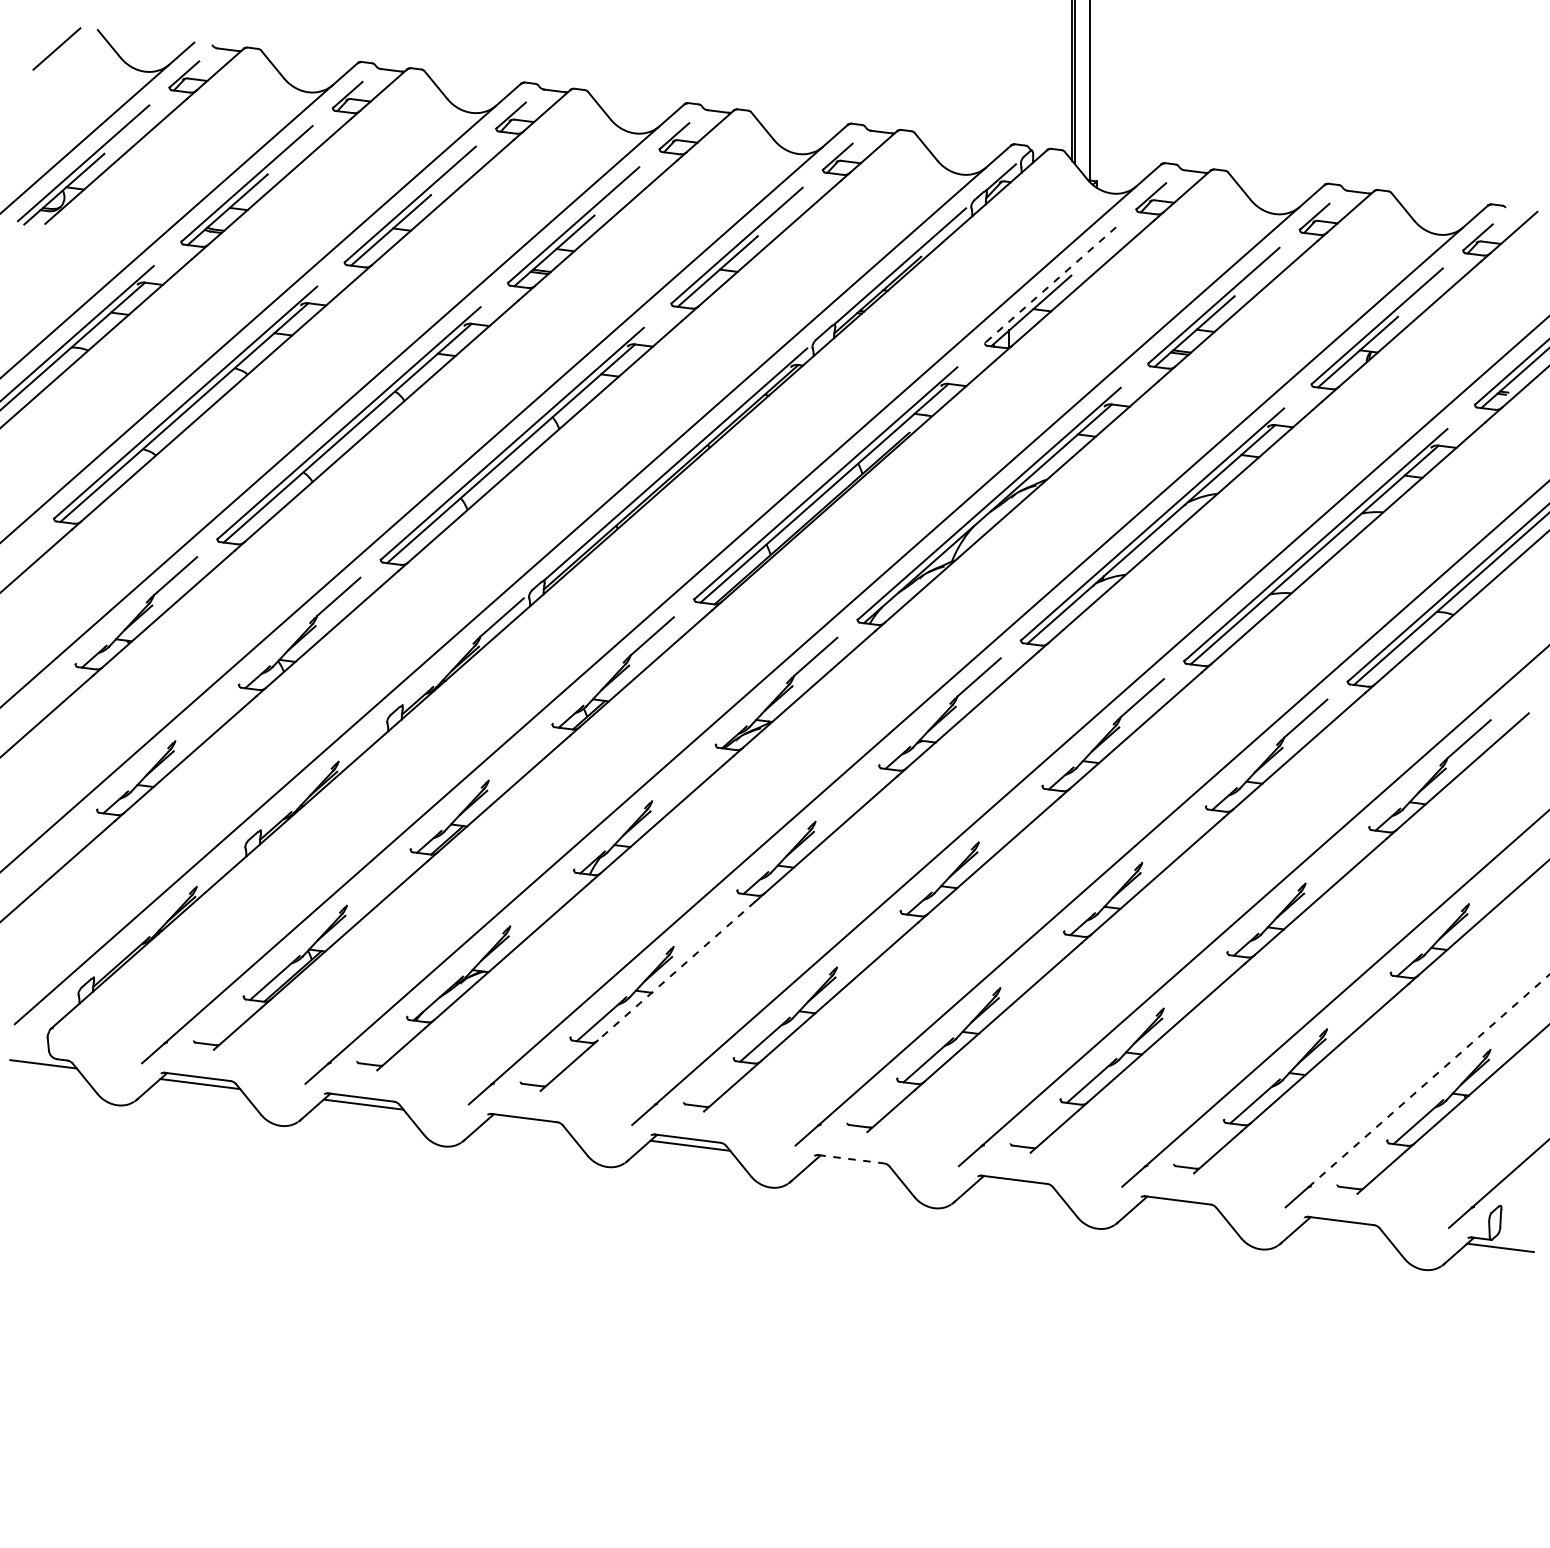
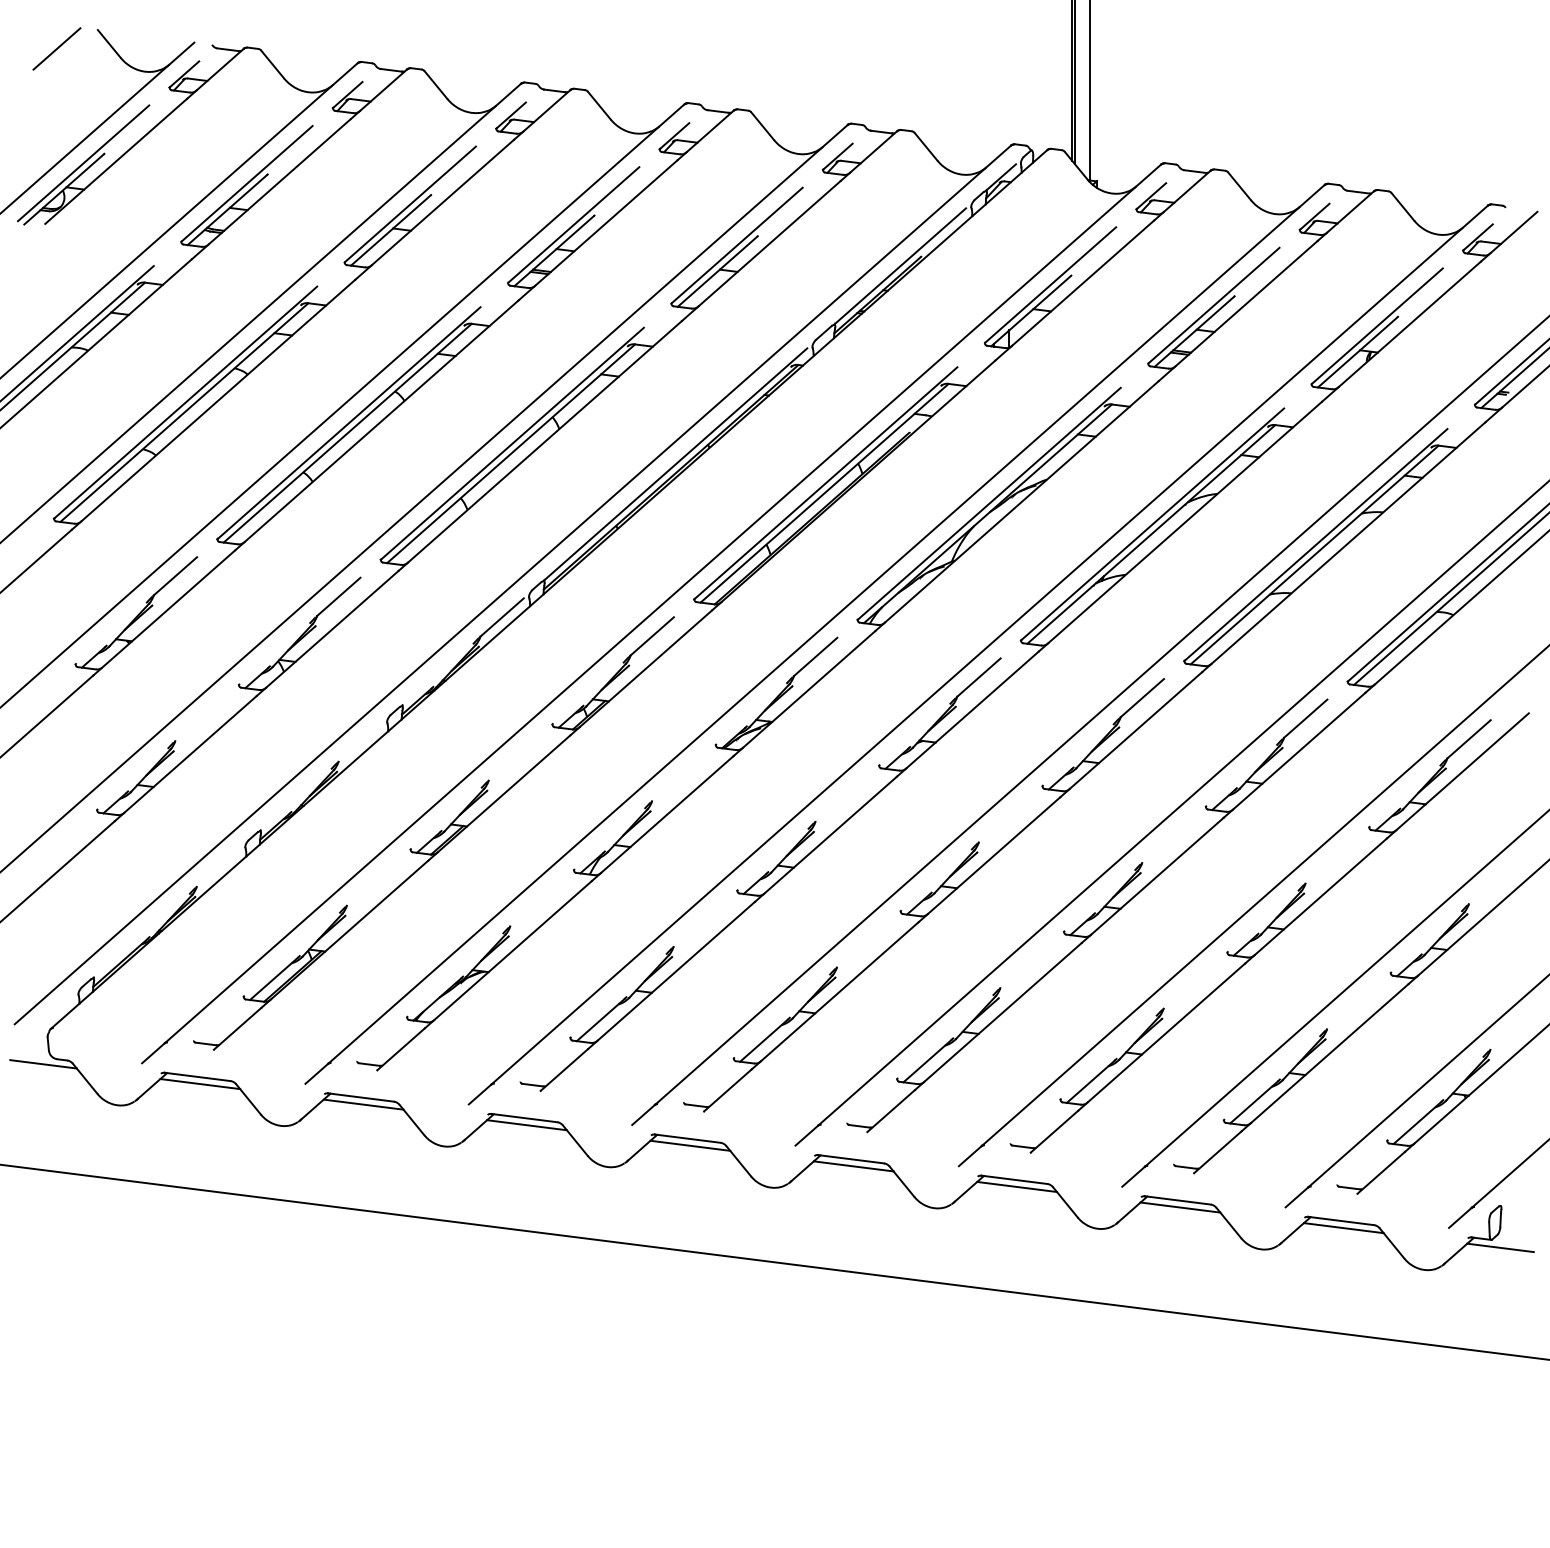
line at (1050, 285): dashed -> solid
line at (676, 971): dashed -> solid
line at (1429, 1080): dashed -> solid
line at (526, 1125): none -> present
line at (851, 1159): dashed -> solid
line at (853, 1166): none -> present
line at (1016, 1186): none -> present
line at (1180, 1207): none -> present
line at (1343, 1228): none -> present
line at (774, 1262): none -> present
